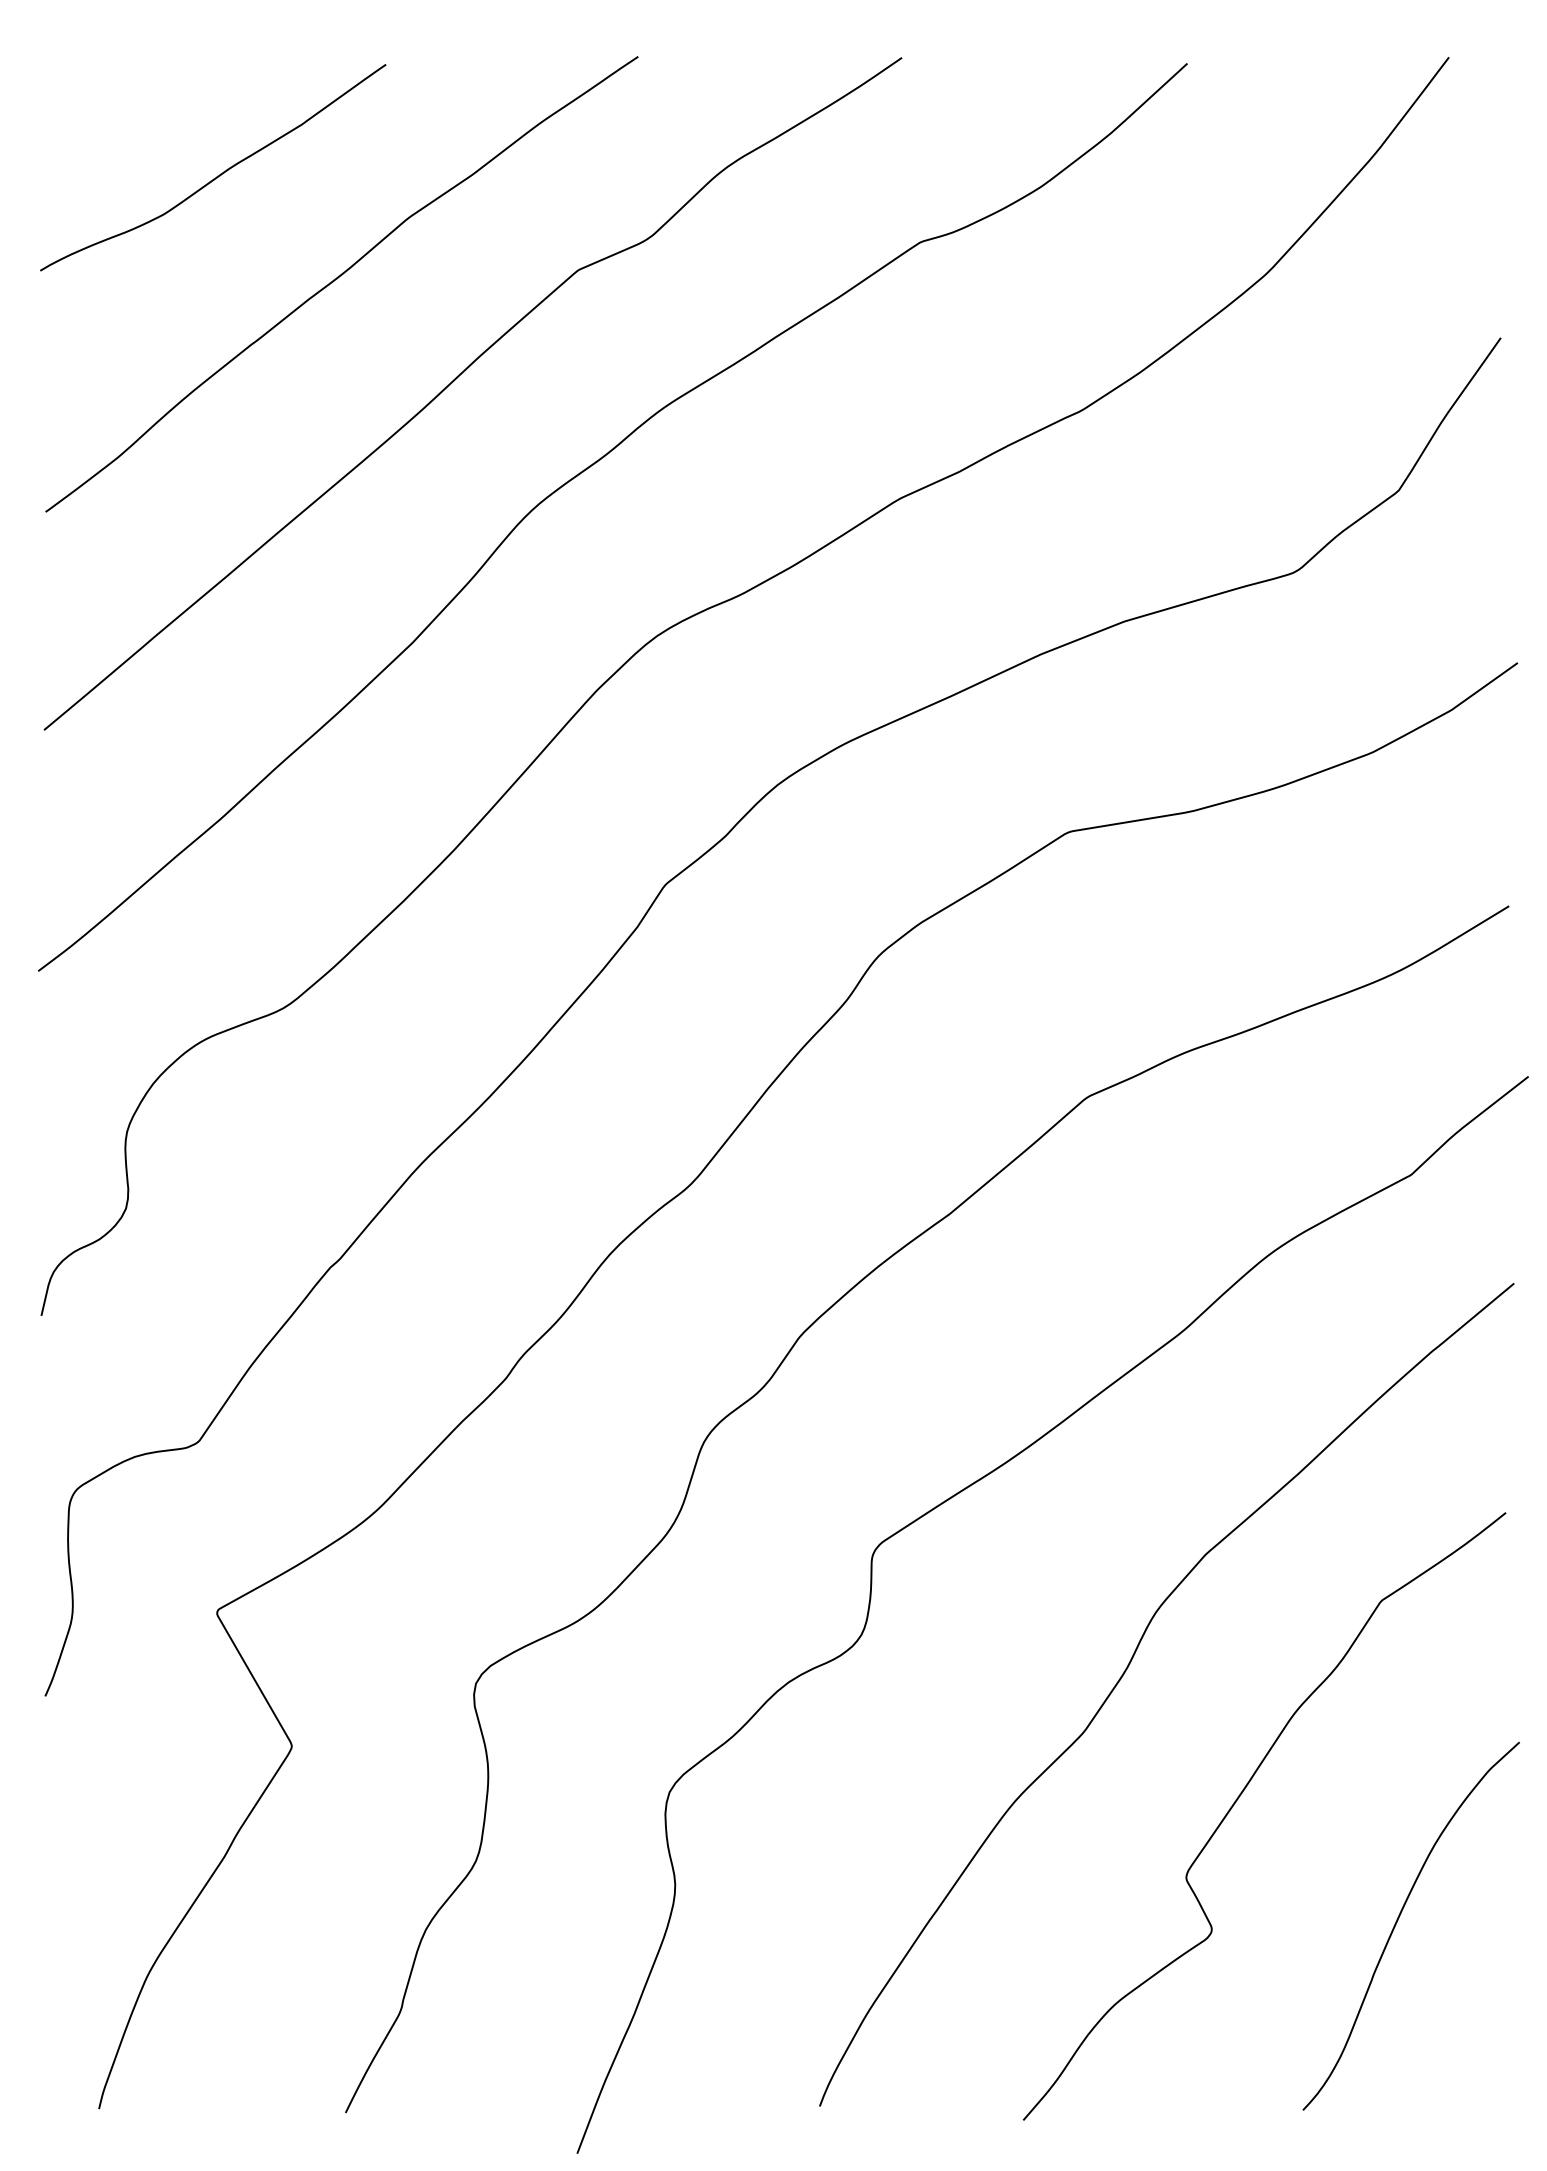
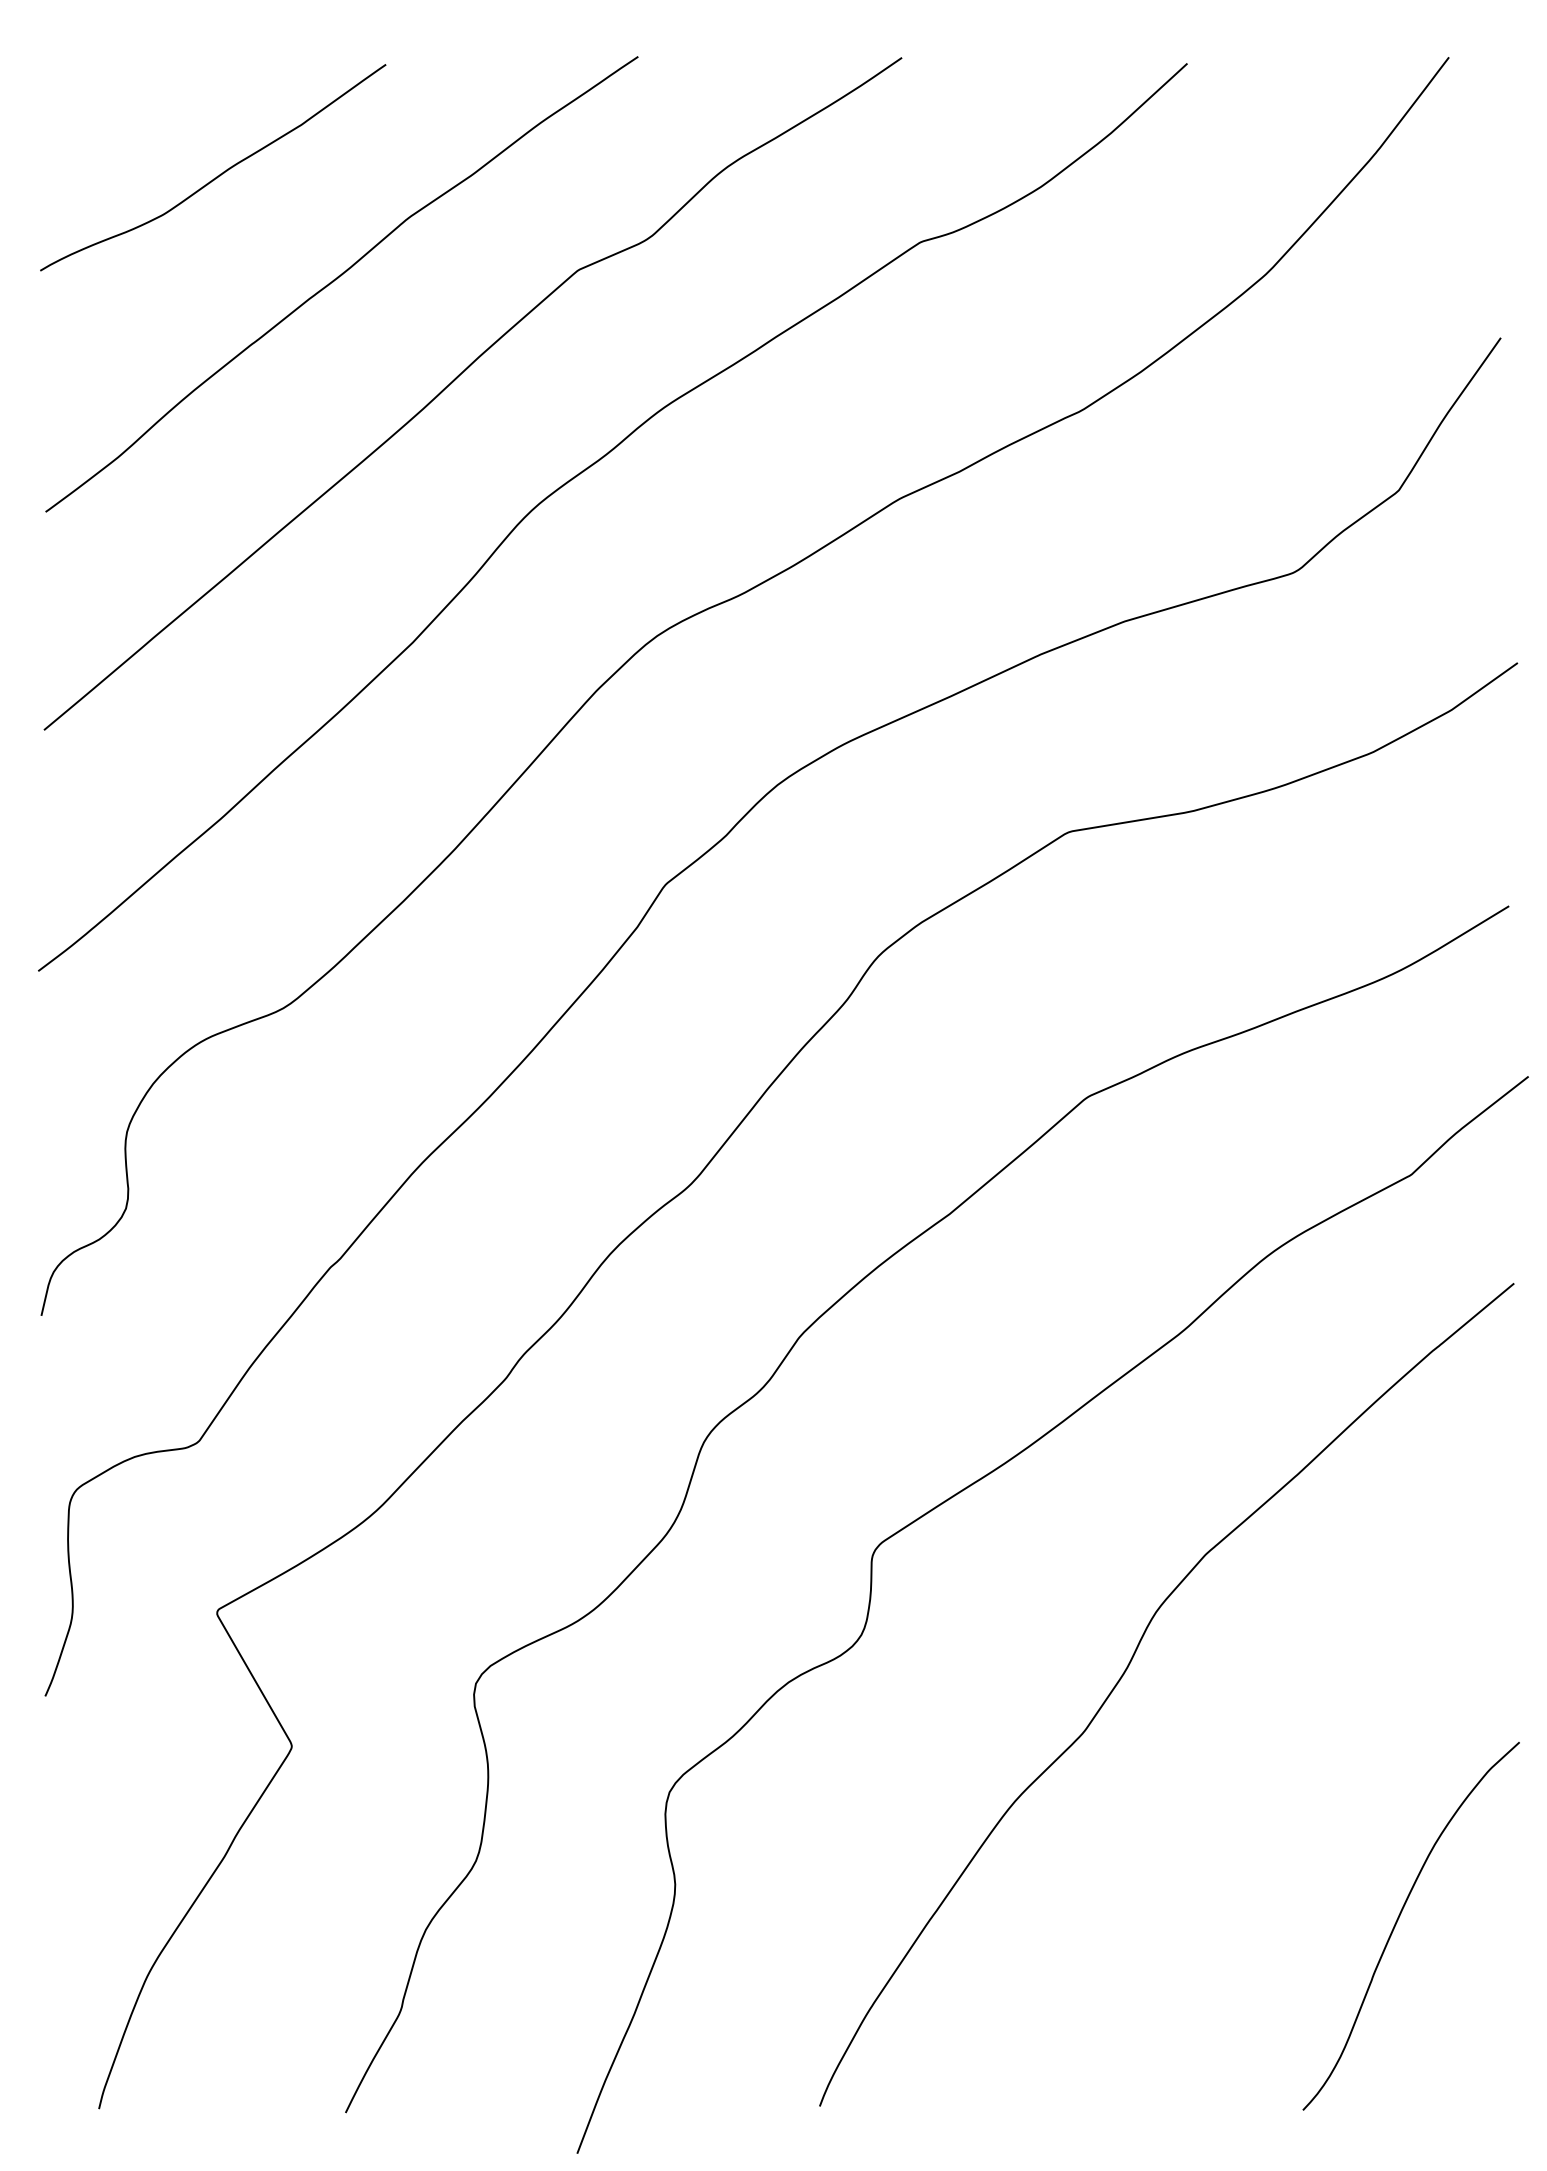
curve at (1238, 1799): present -> none
